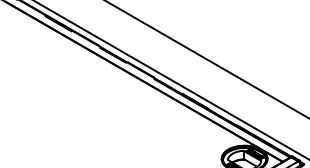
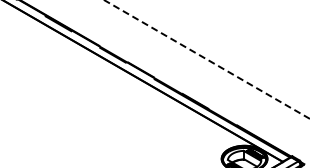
line at (206, 59): solid -> dashed
line at (171, 80): present -> none
